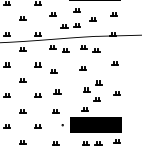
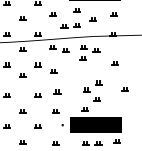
part at (82, 68) position: (82, 68) -> (82, 58)
part at (22, 80) position: (22, 80) -> (22, 75)
part at (116, 93) position: (116, 93) -> (124, 89)
